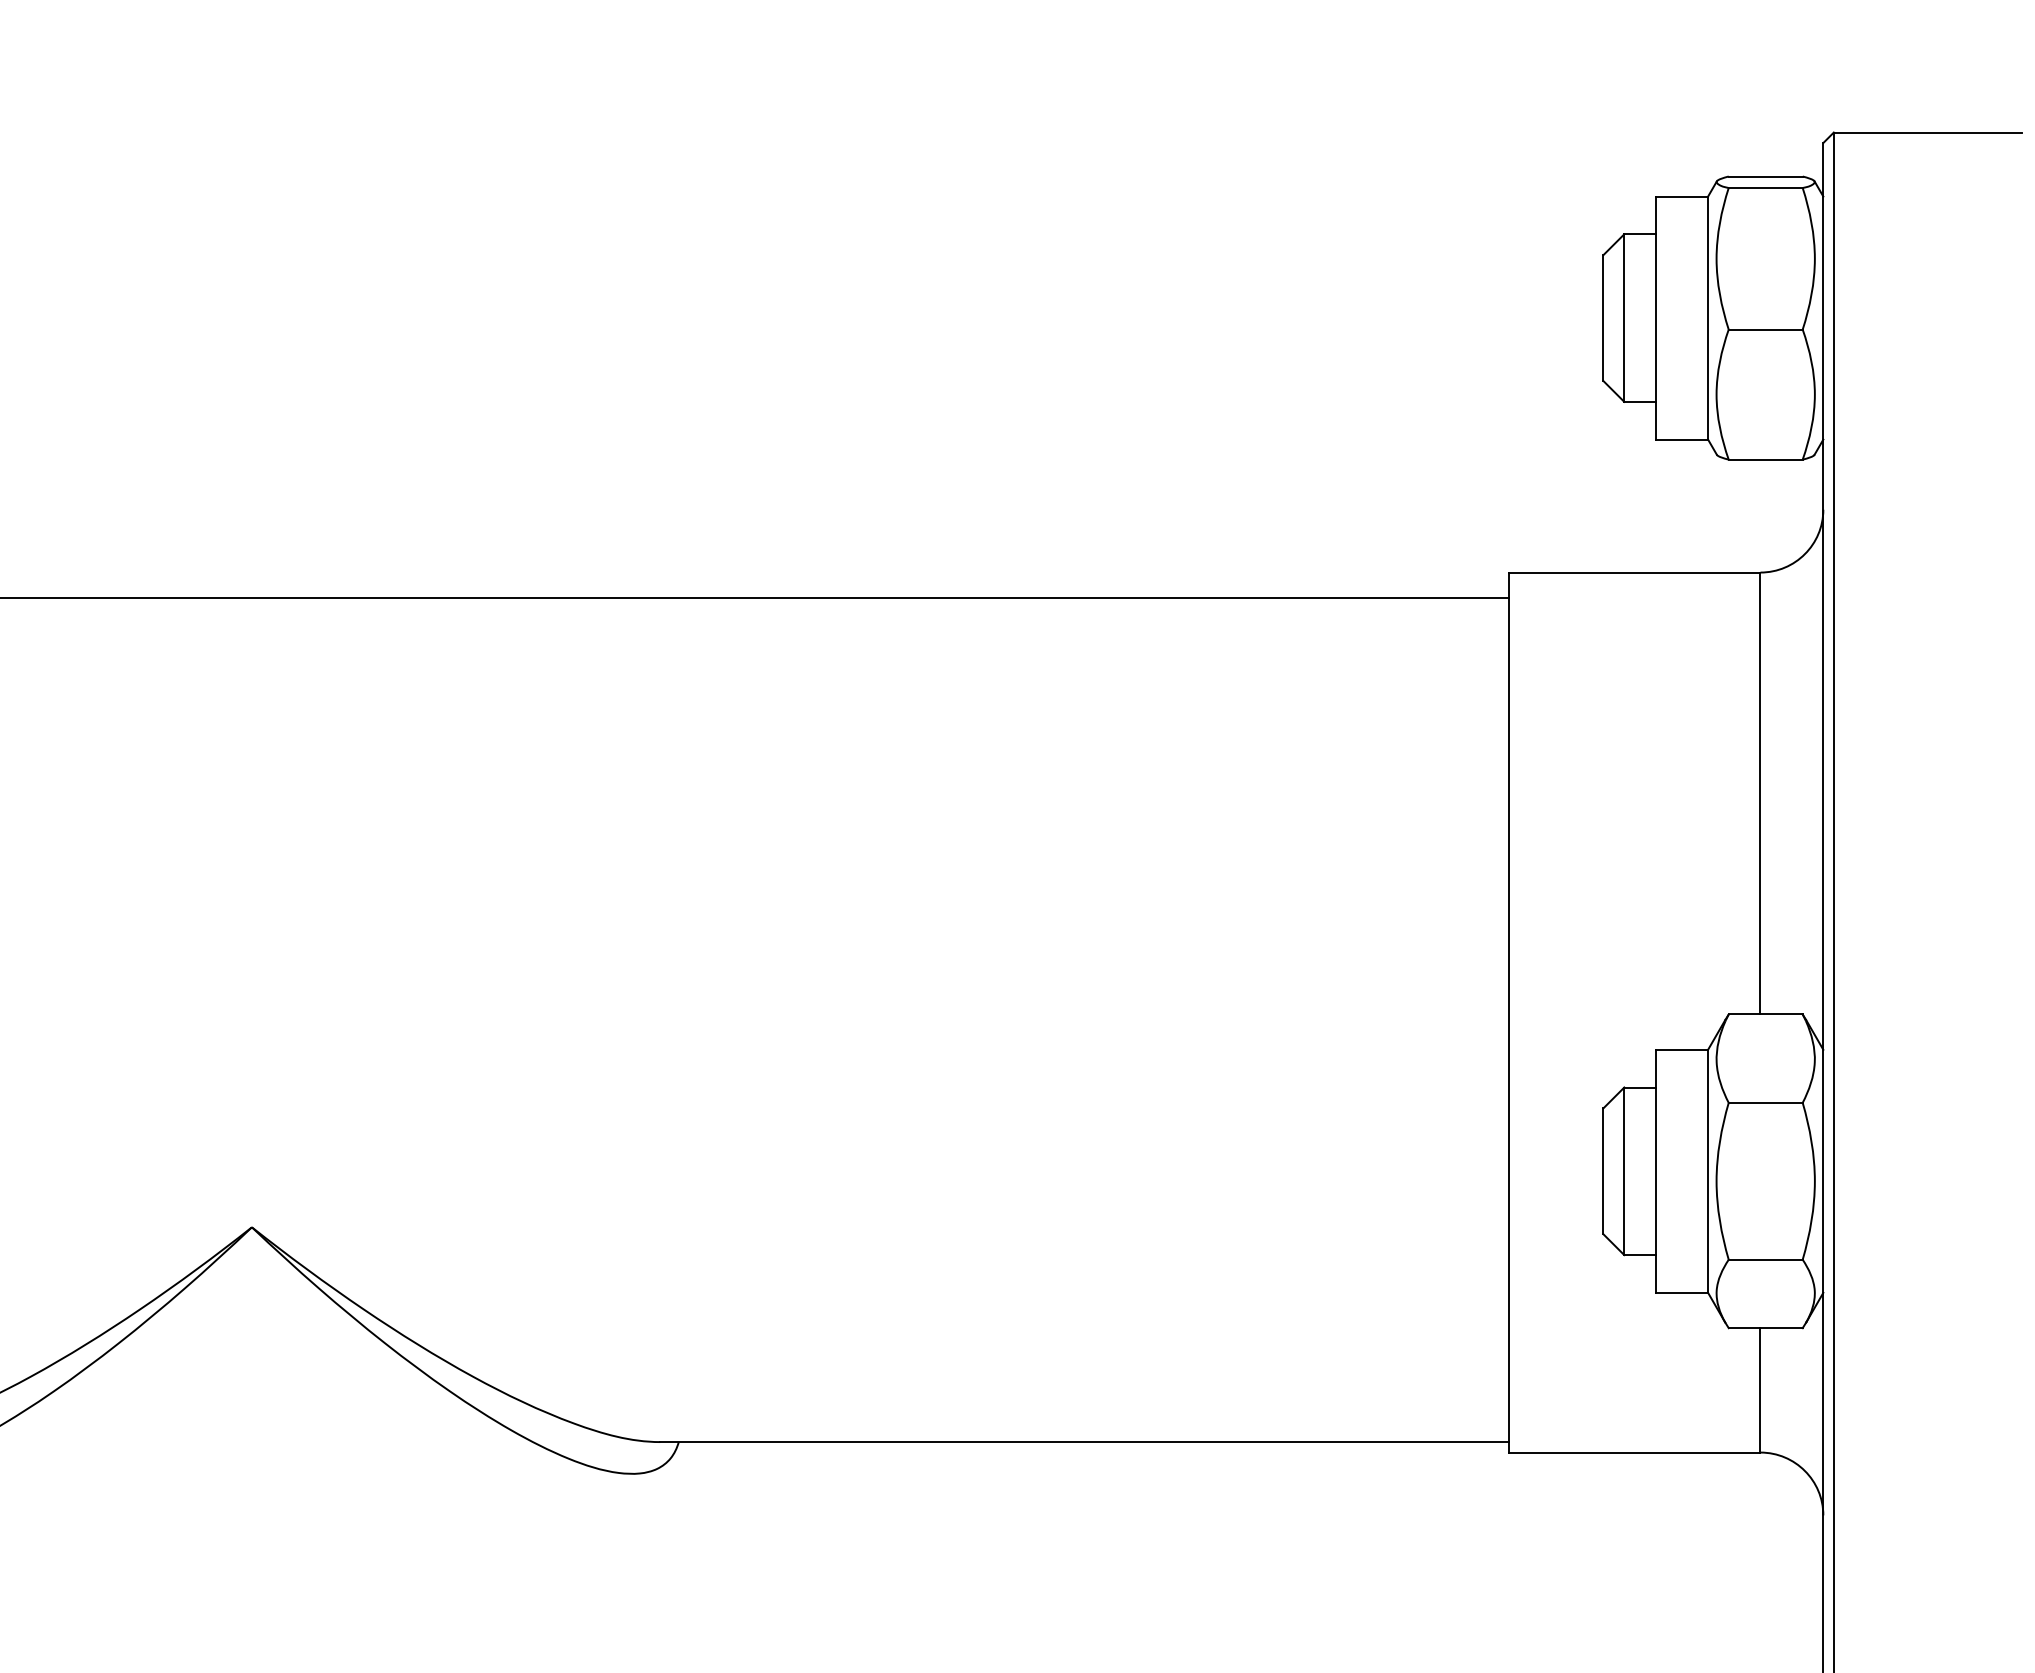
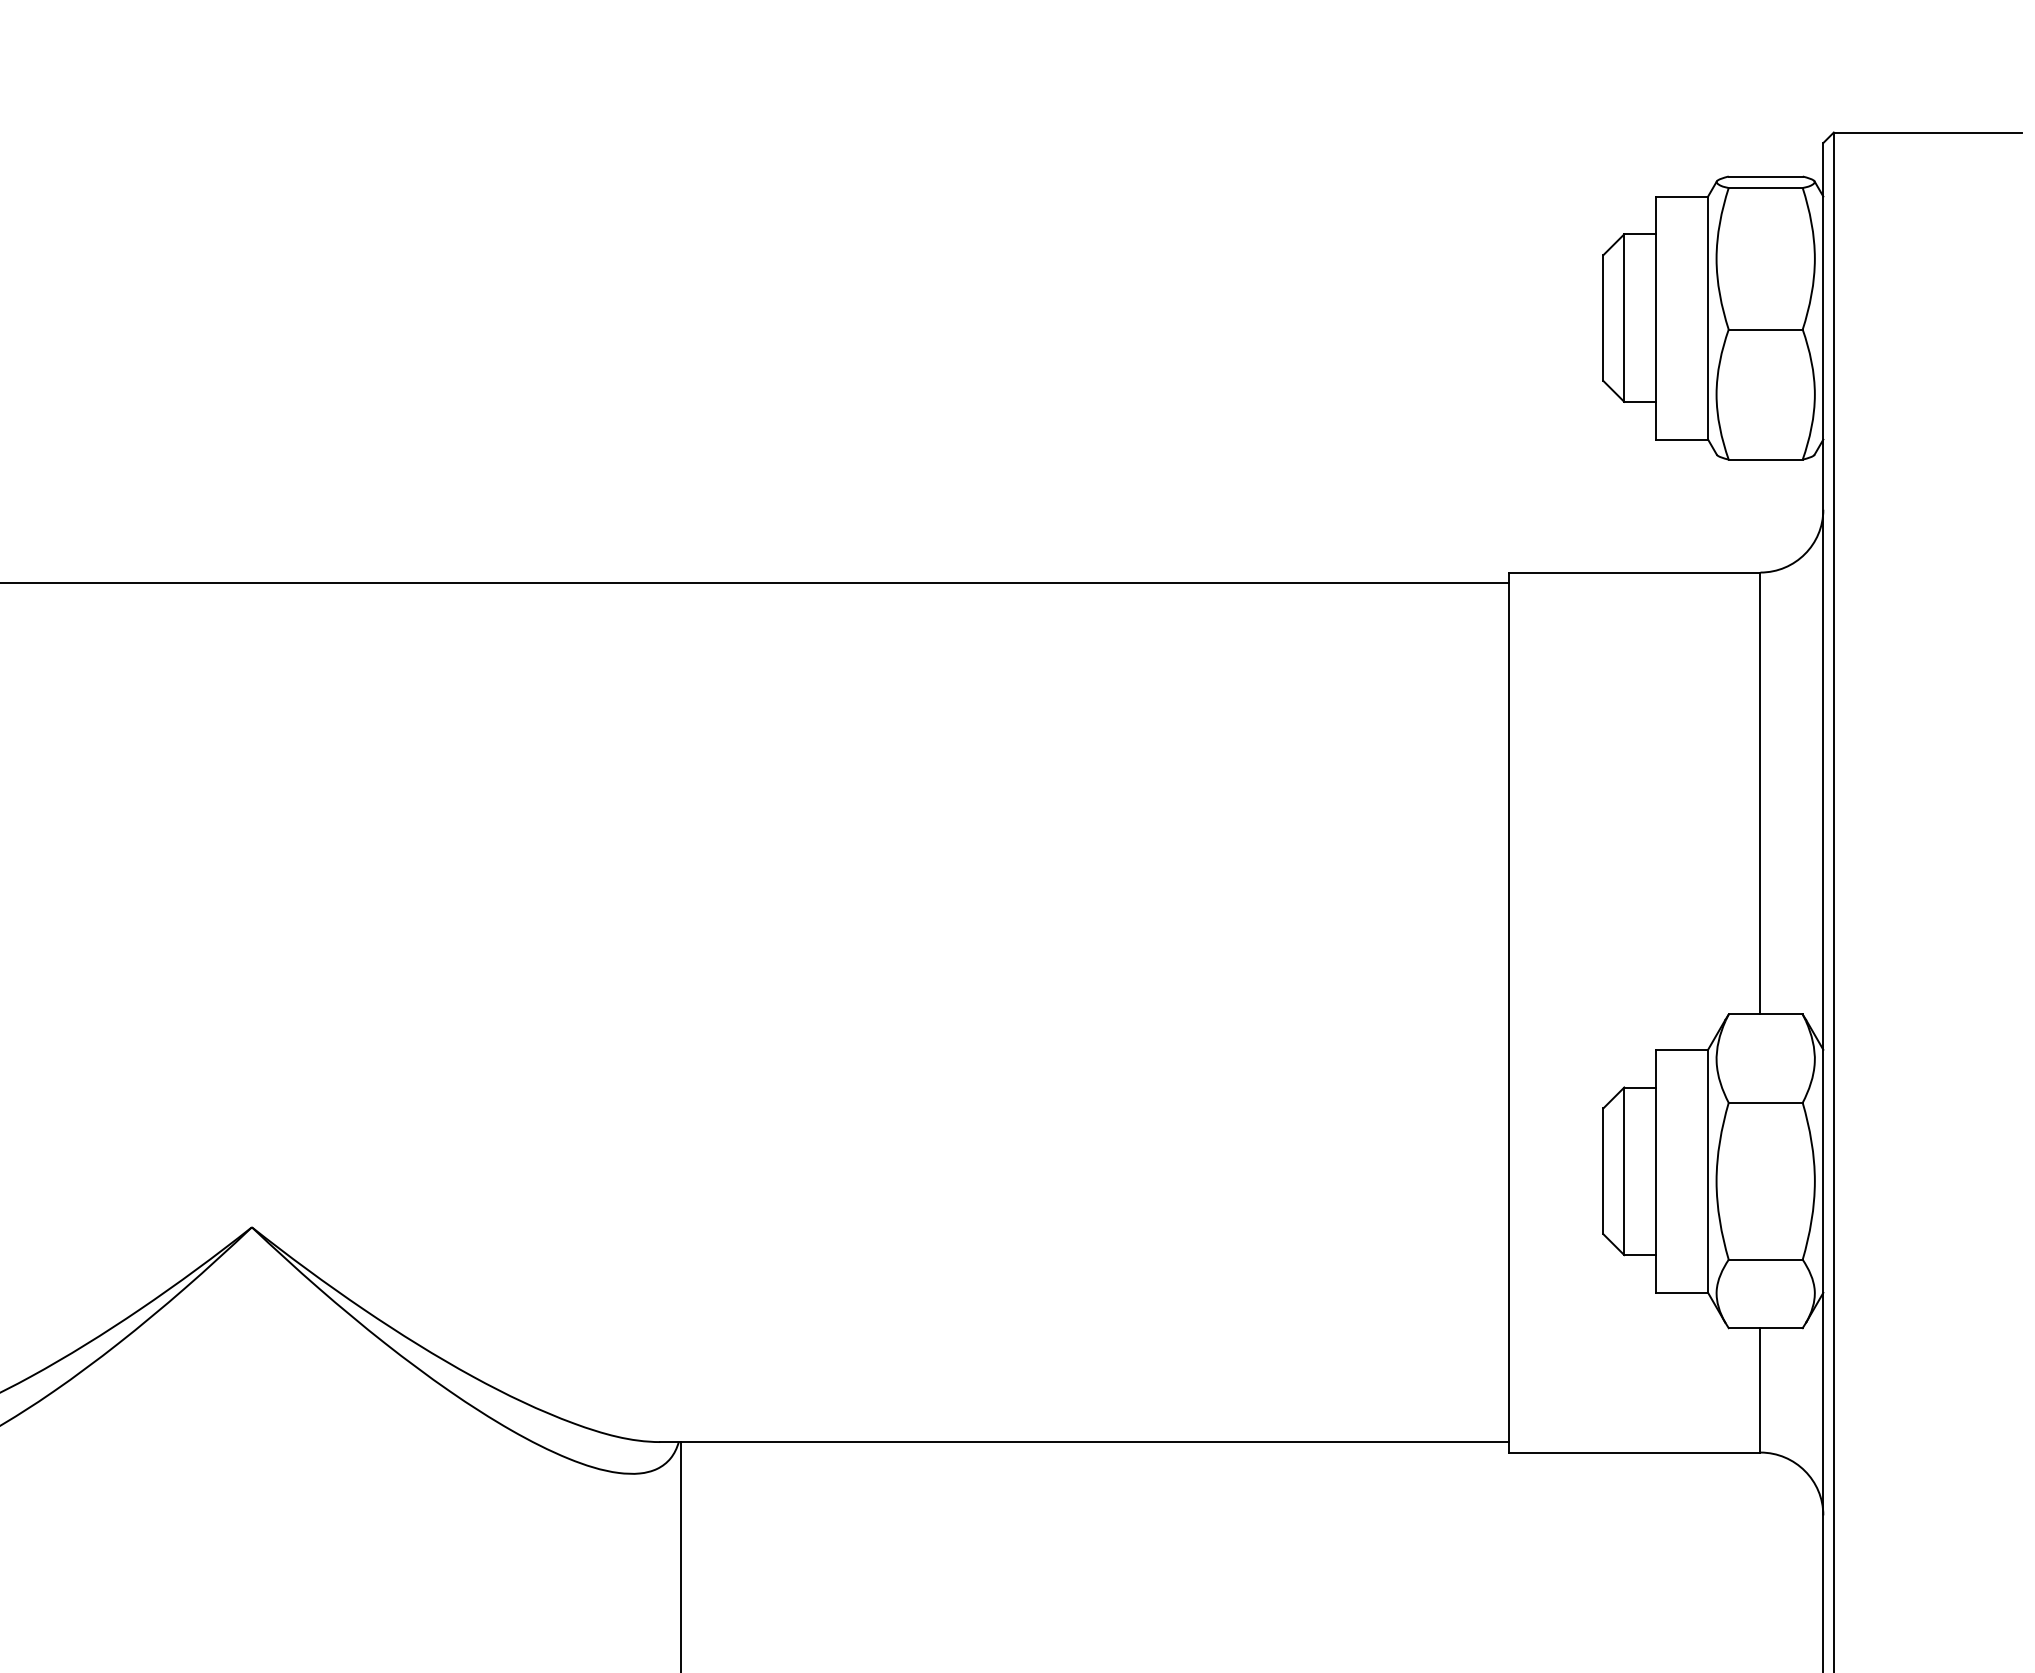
line at (755, 598) position: (755, 598) -> (755, 583)
line at (681, 1555): none -> present
